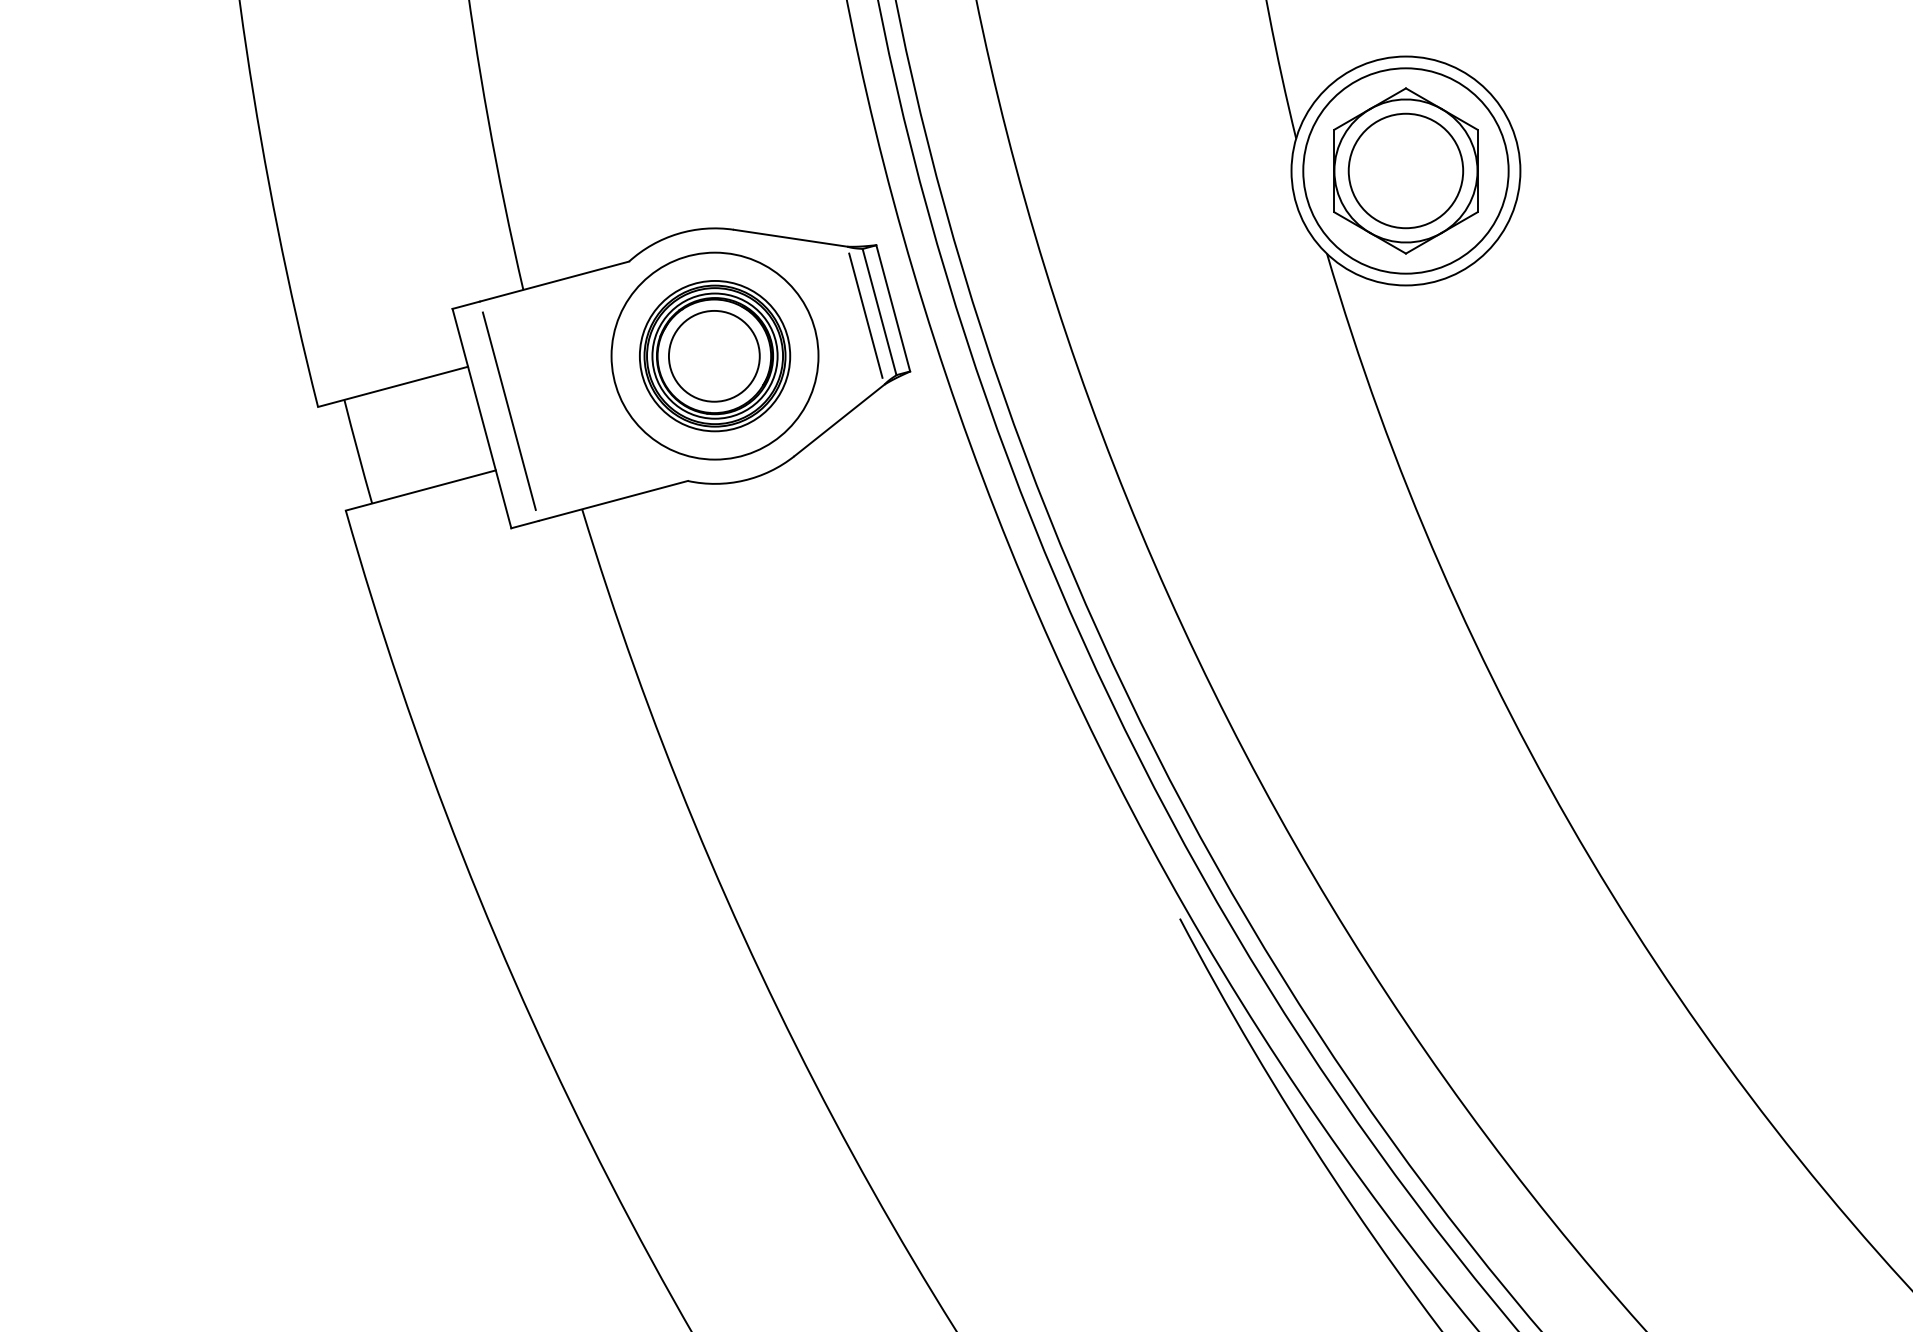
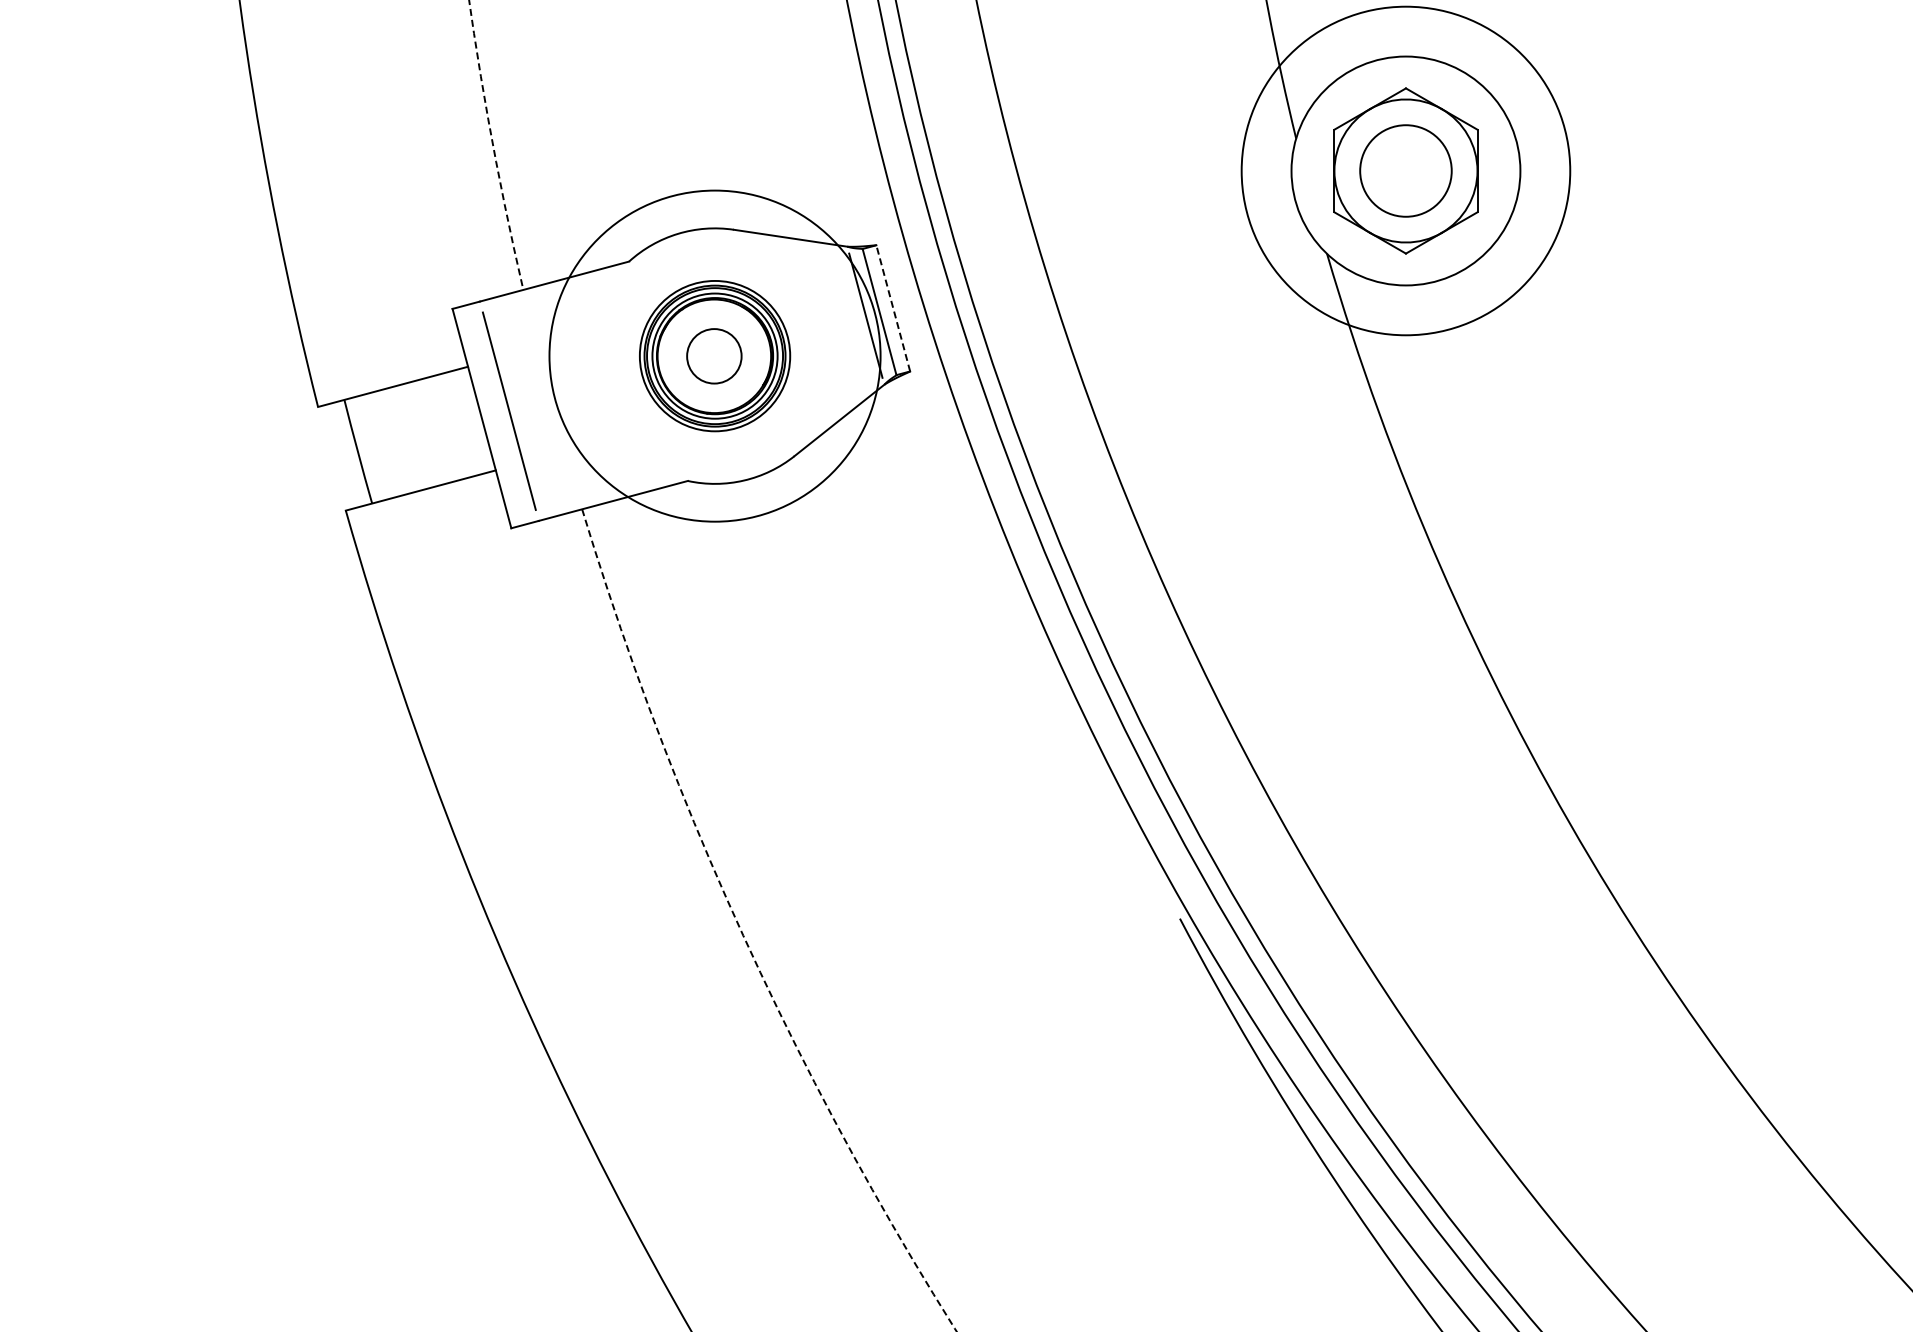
arc at (493, 146): solid -> dashed
circle at (1405, 170) diameter: 114 px -> 92 px
circle at (1405, 170) diameter: 205 px -> 329 px
line at (893, 307): solid -> dashed
circle at (713, 355) diameter: 91 px -> 55 px
circle at (714, 355) diameter: 207 px -> 331 px
arc at (742, 933): solid -> dashed
